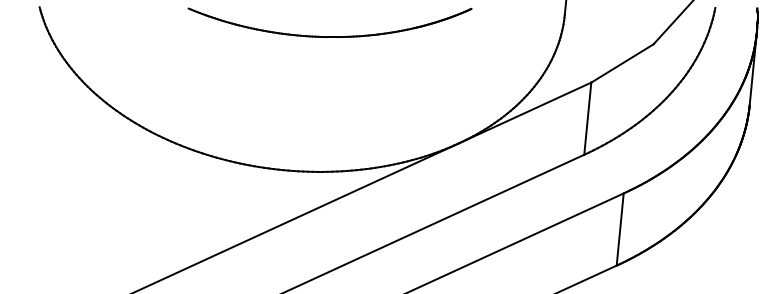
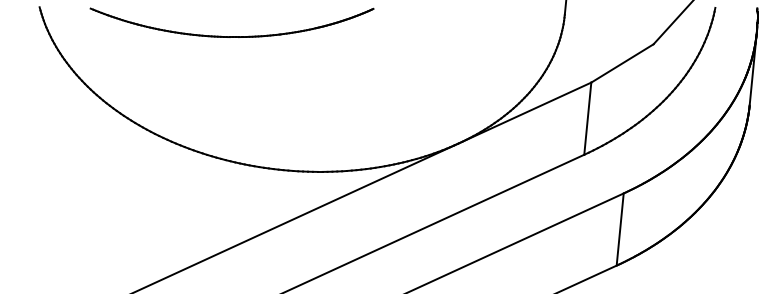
part at (329, 36) position: (329, 36) -> (231, 36)
